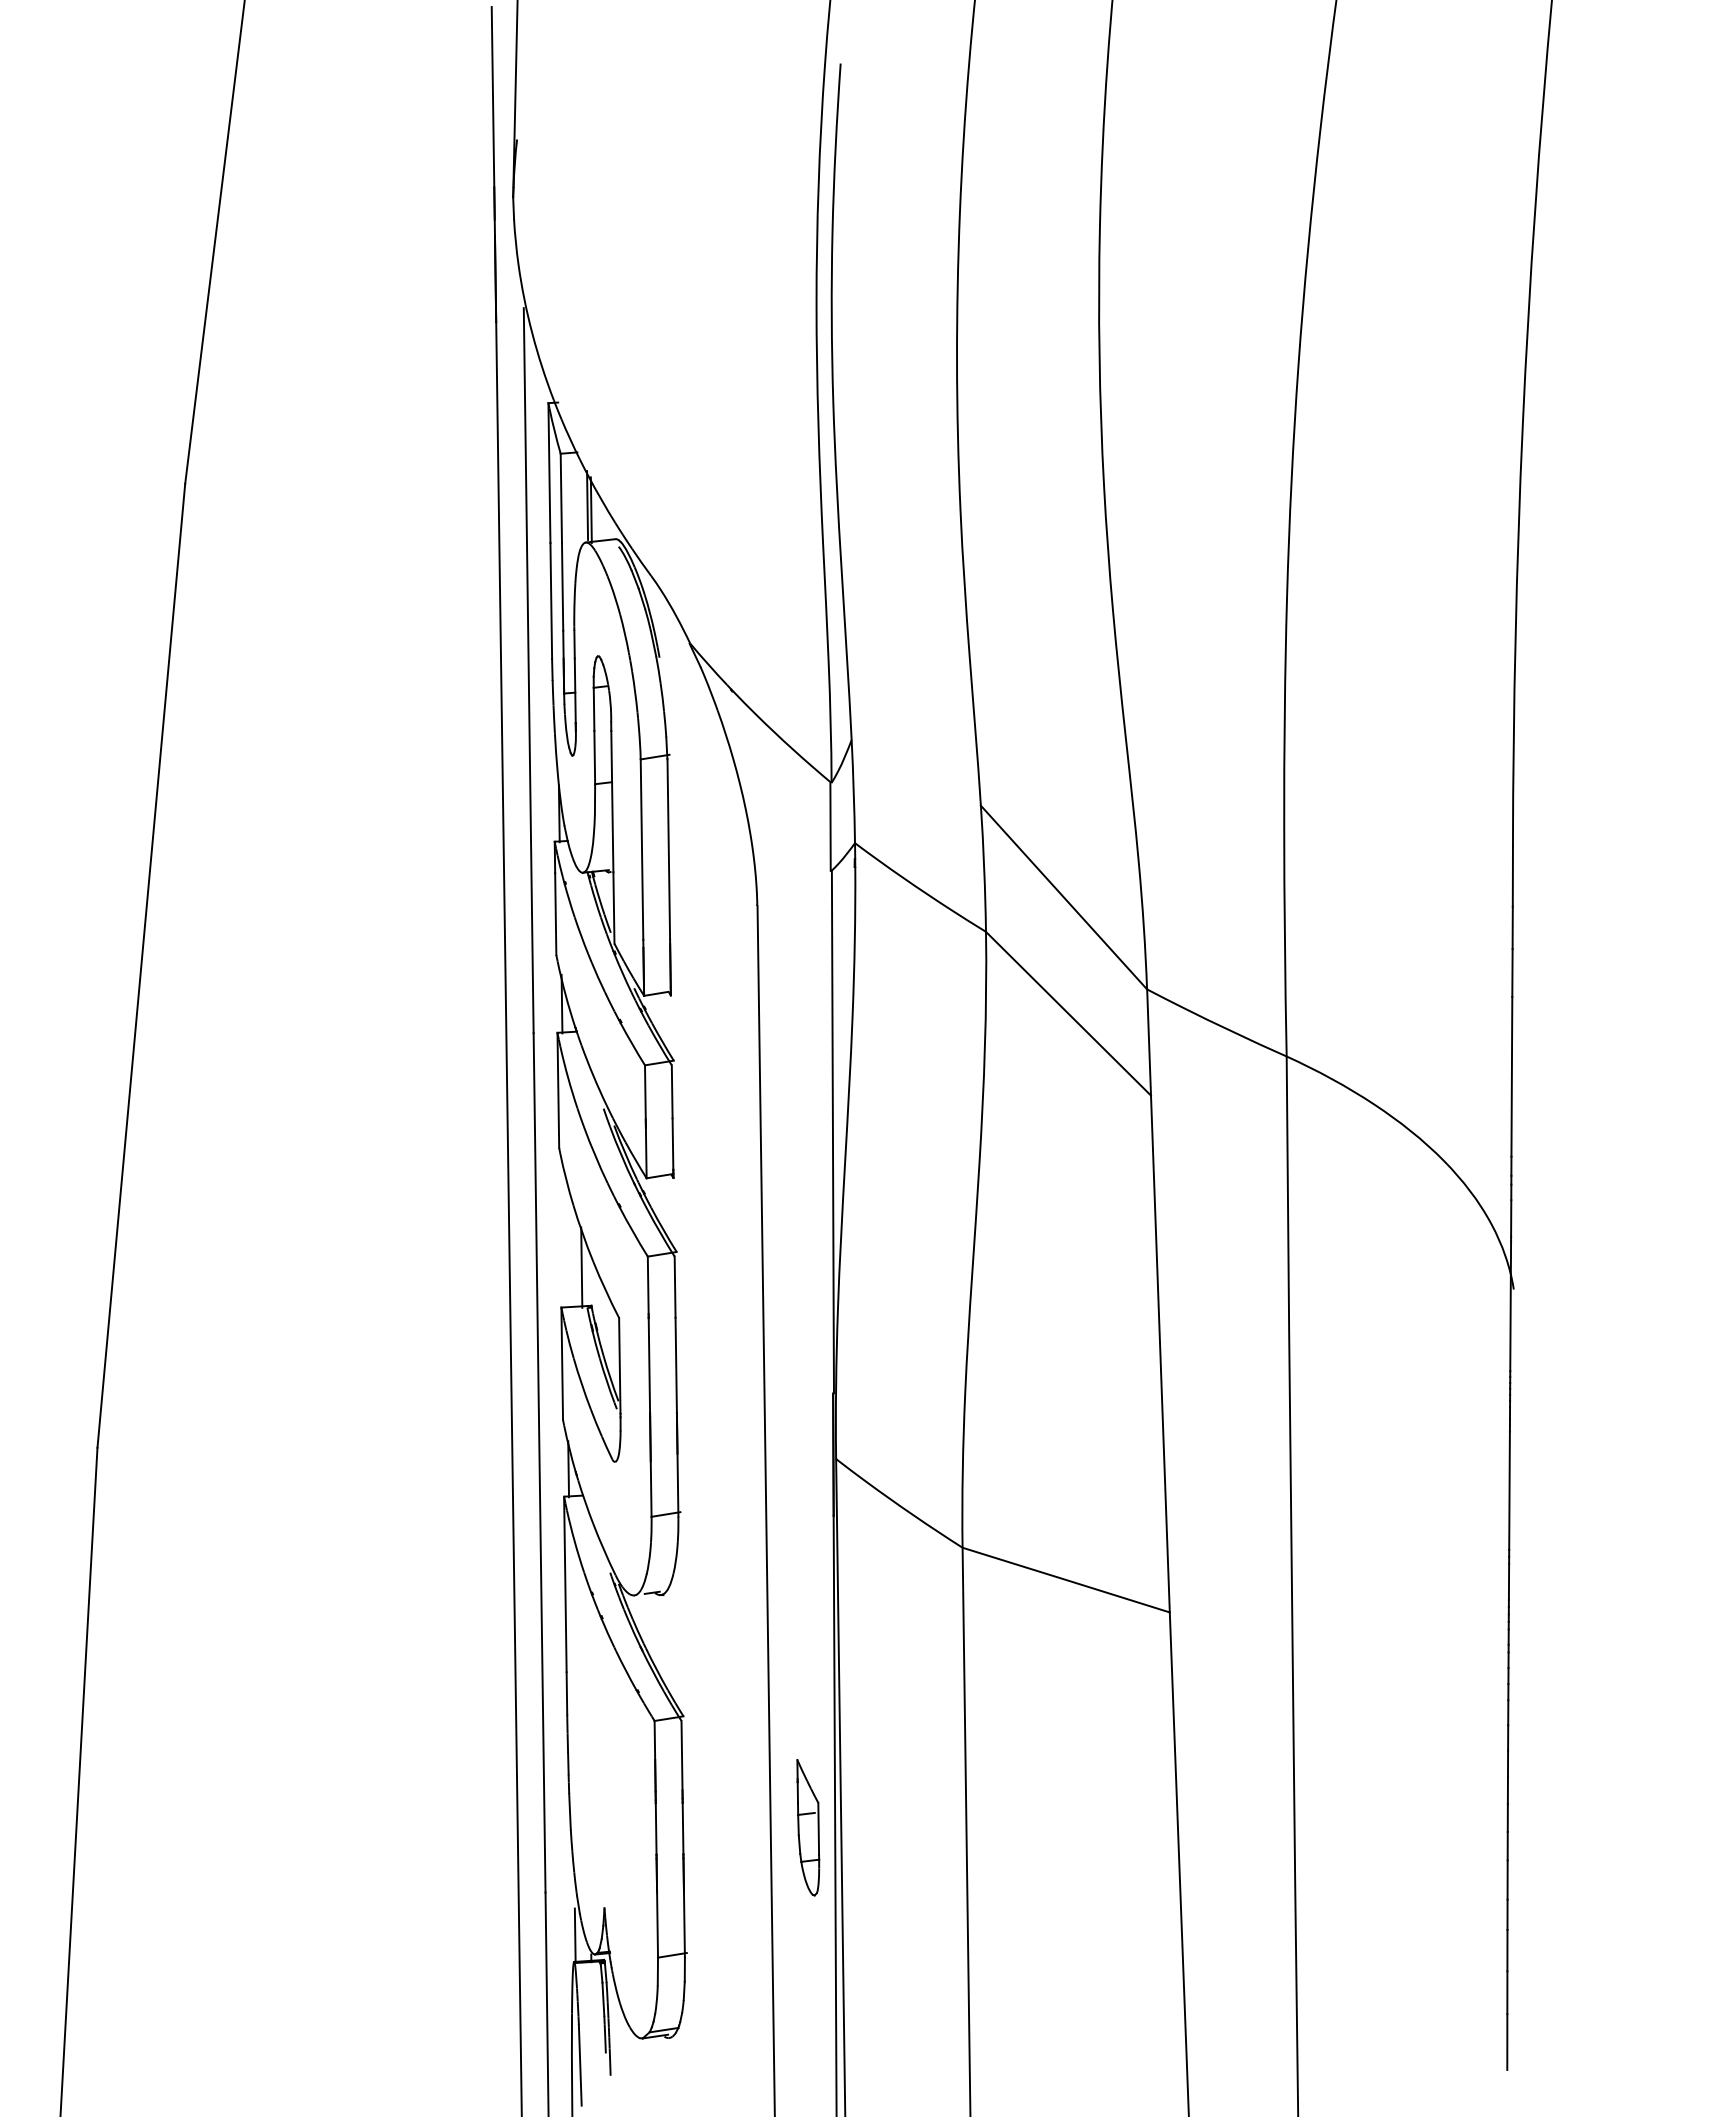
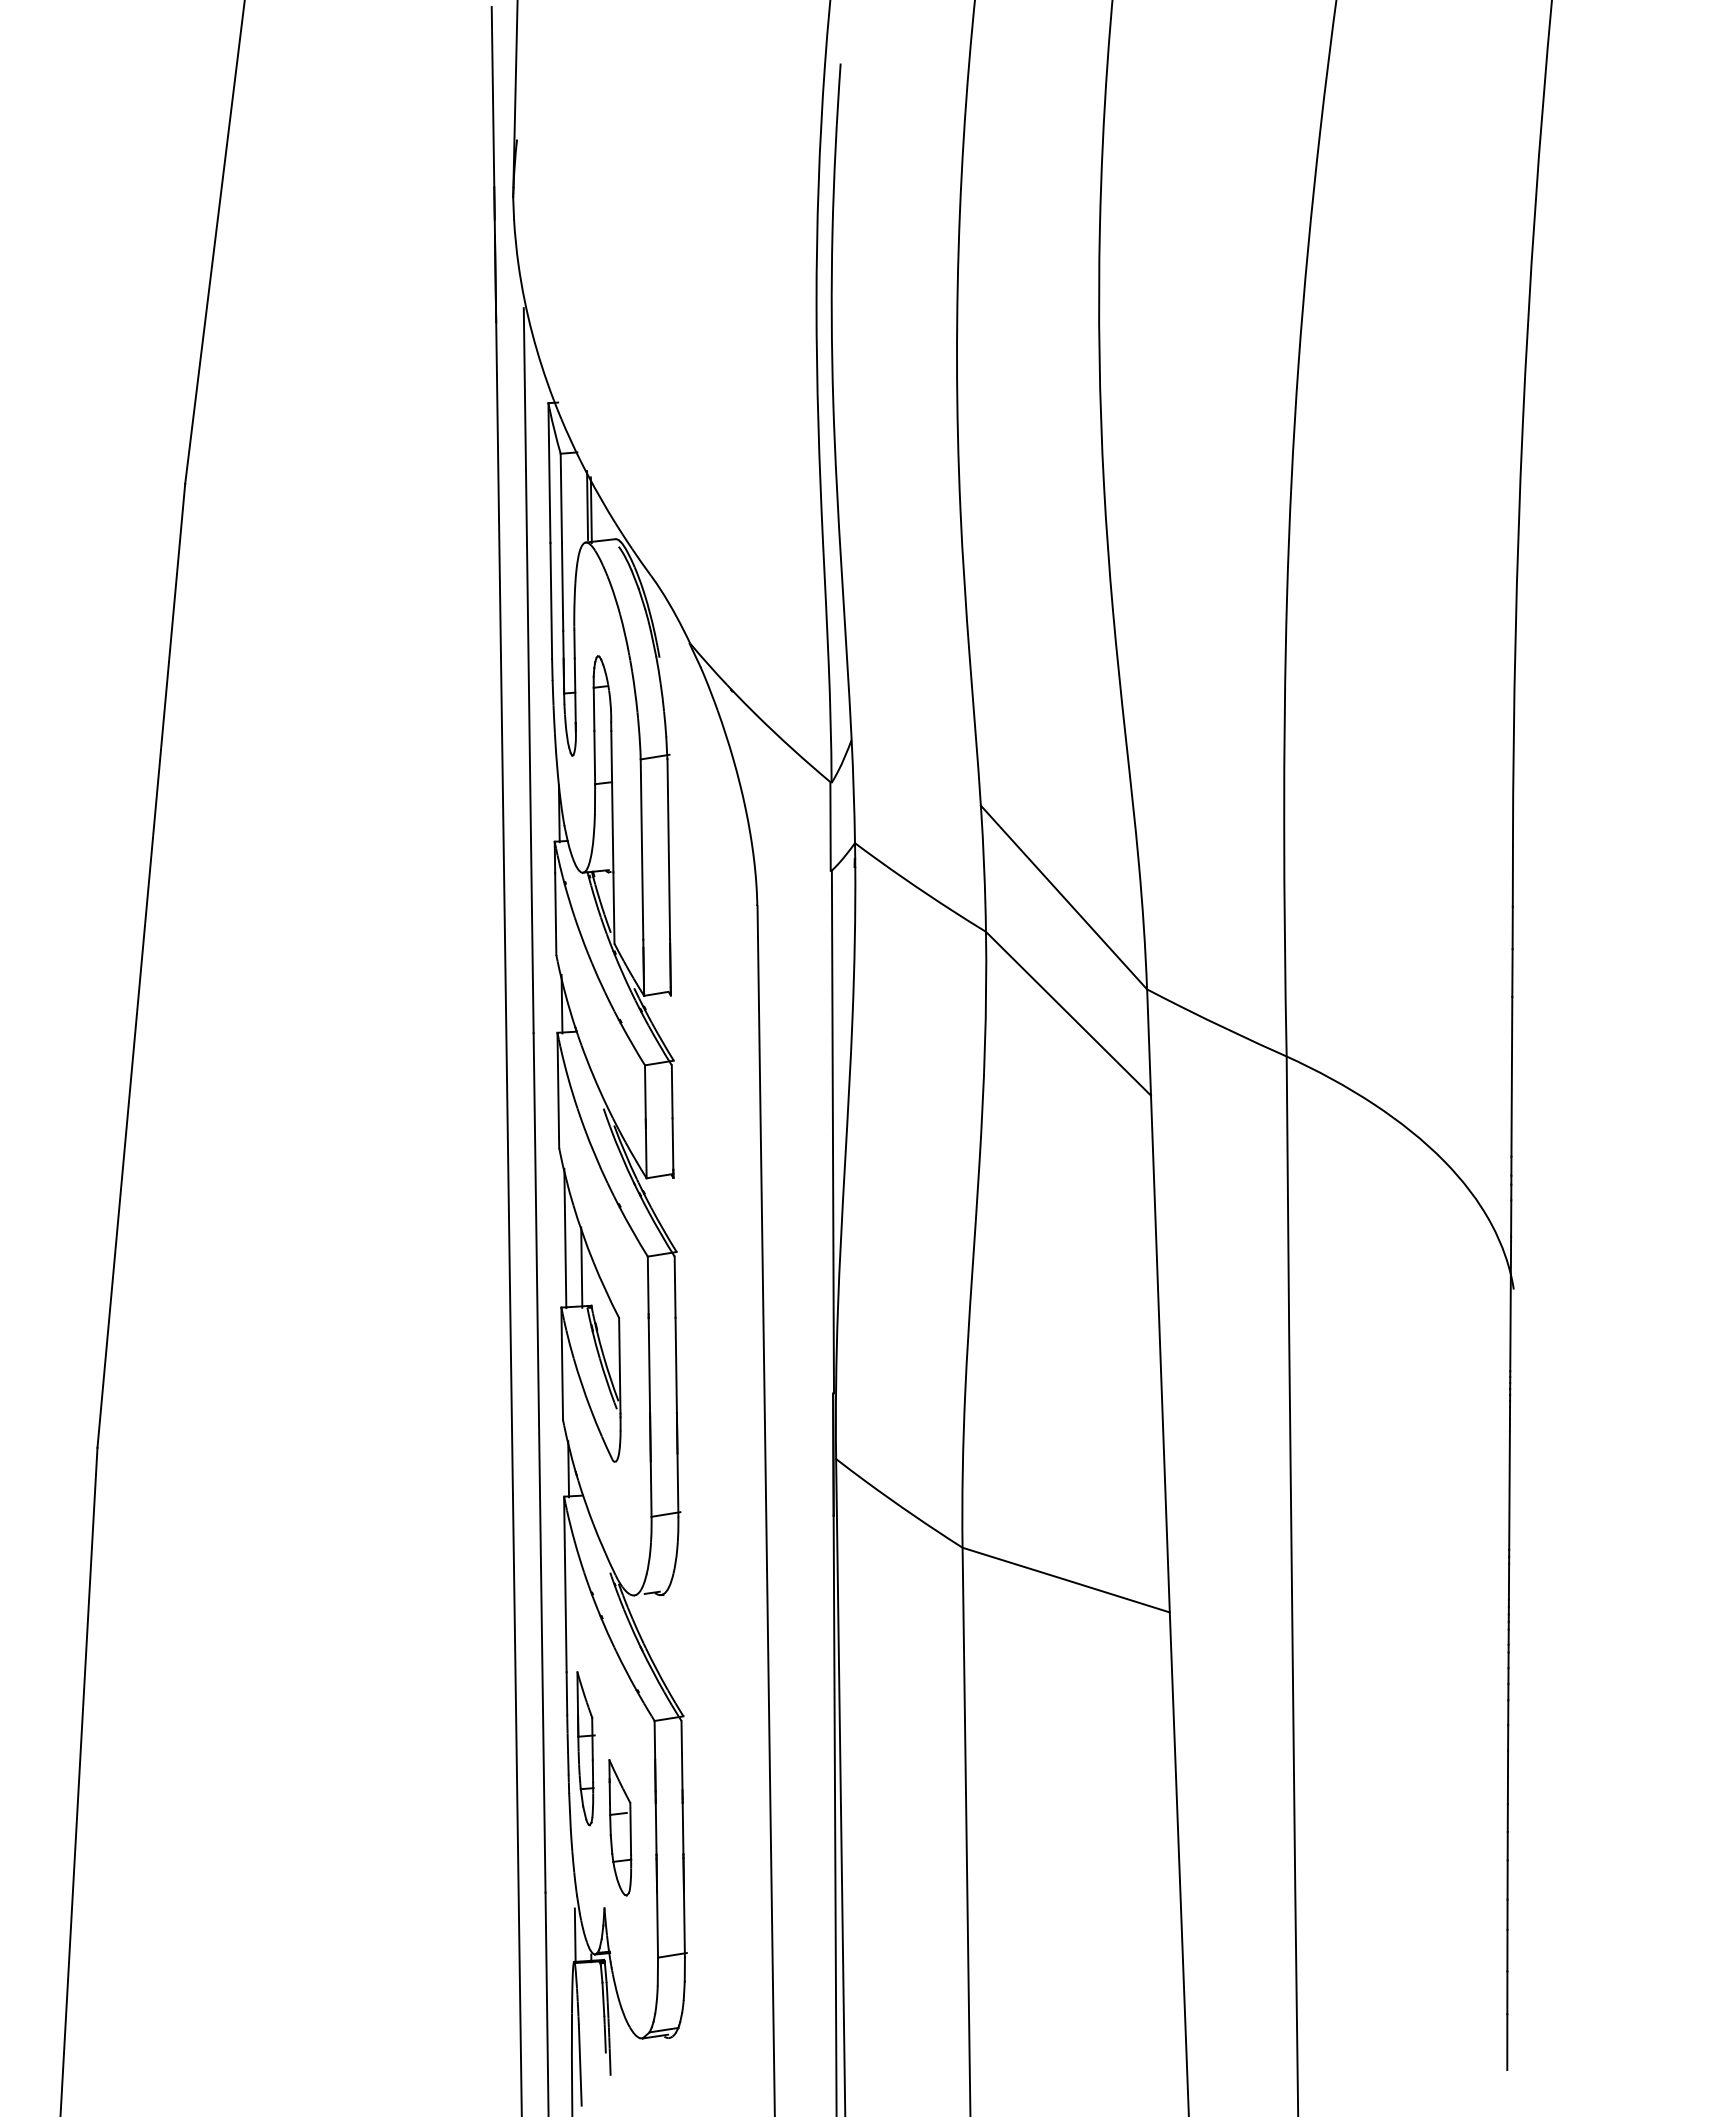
line at (565, 1238): none -> present
part at (585, 1748): none -> present
part at (808, 1827) position: (808, 1827) -> (620, 1827)
